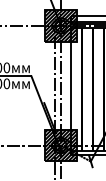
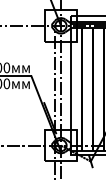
hatch at (60, 25): present -> none
hatch at (60, 145): present -> none
